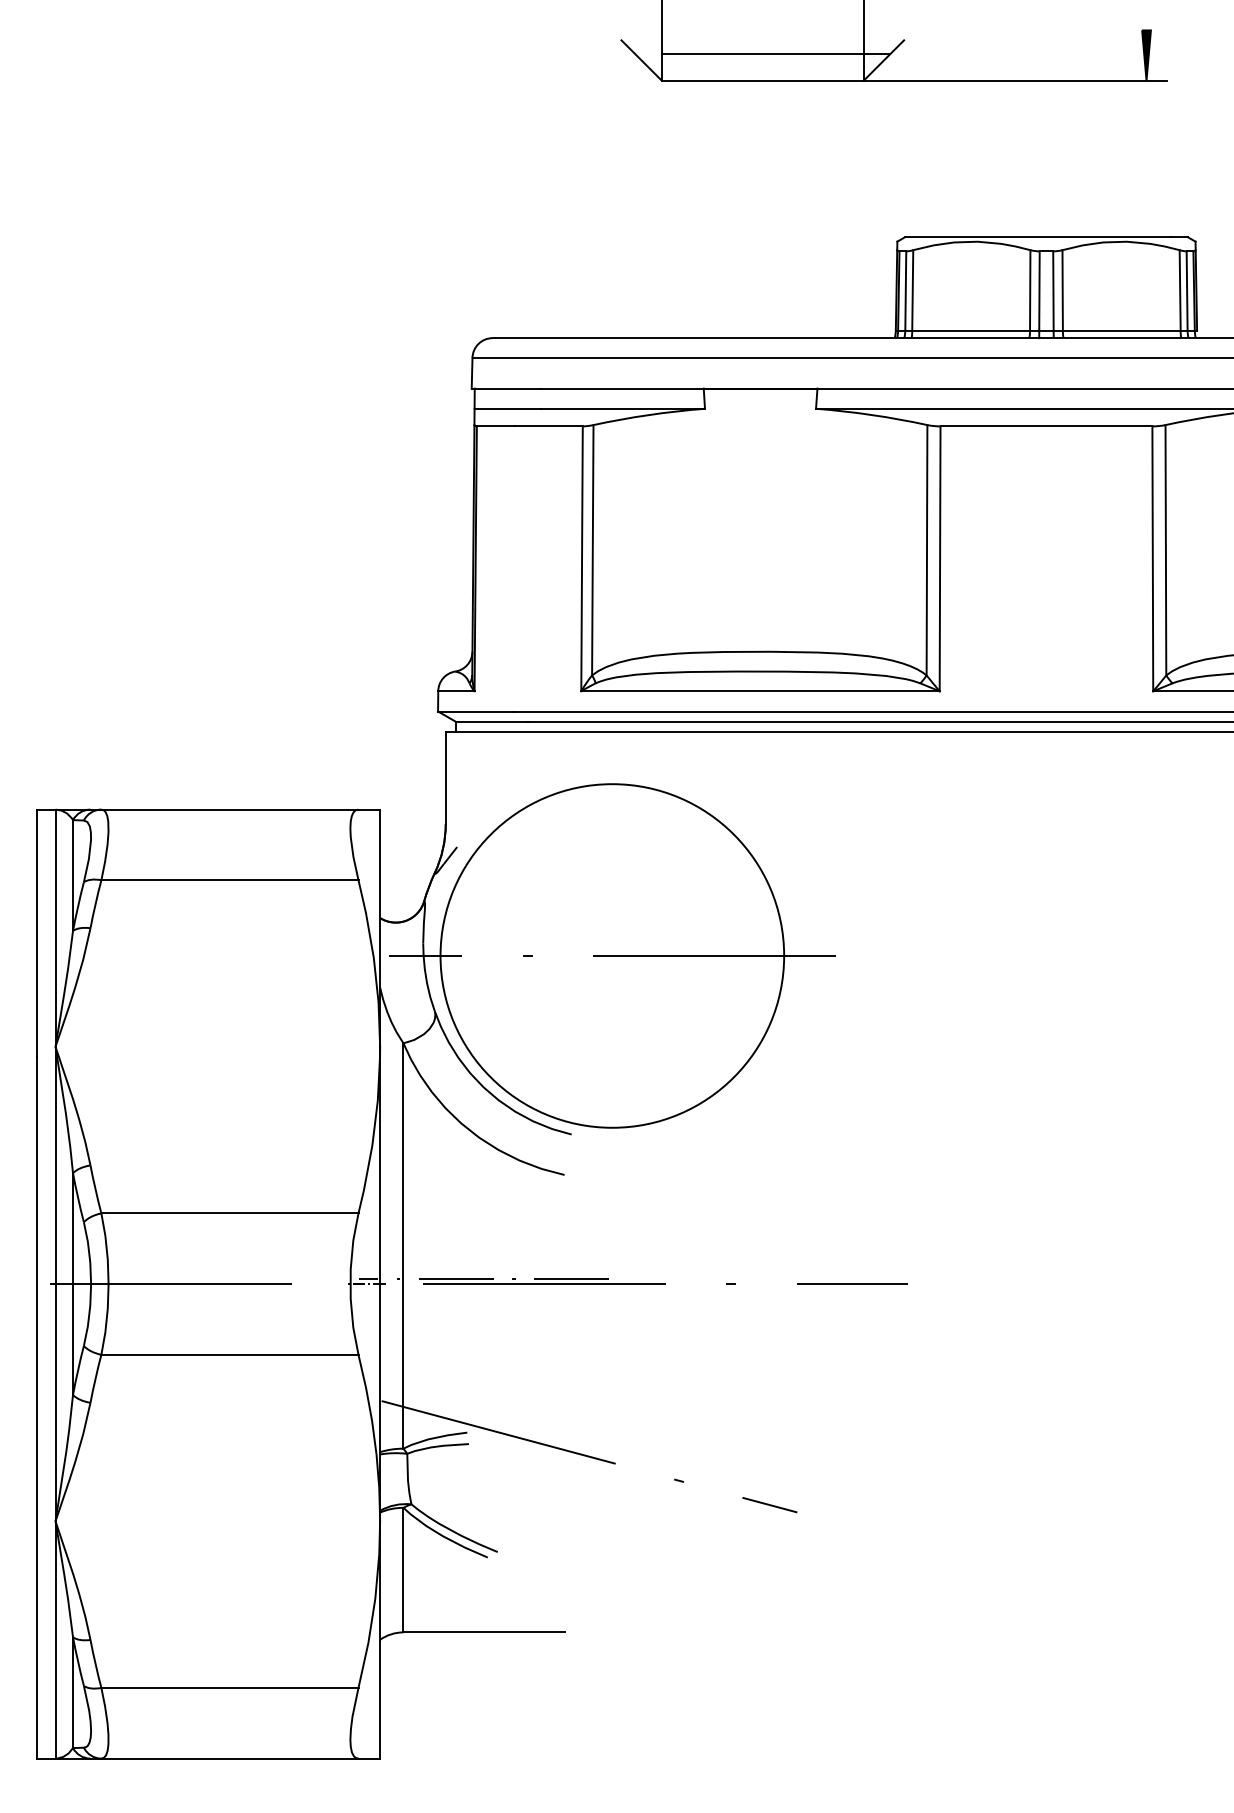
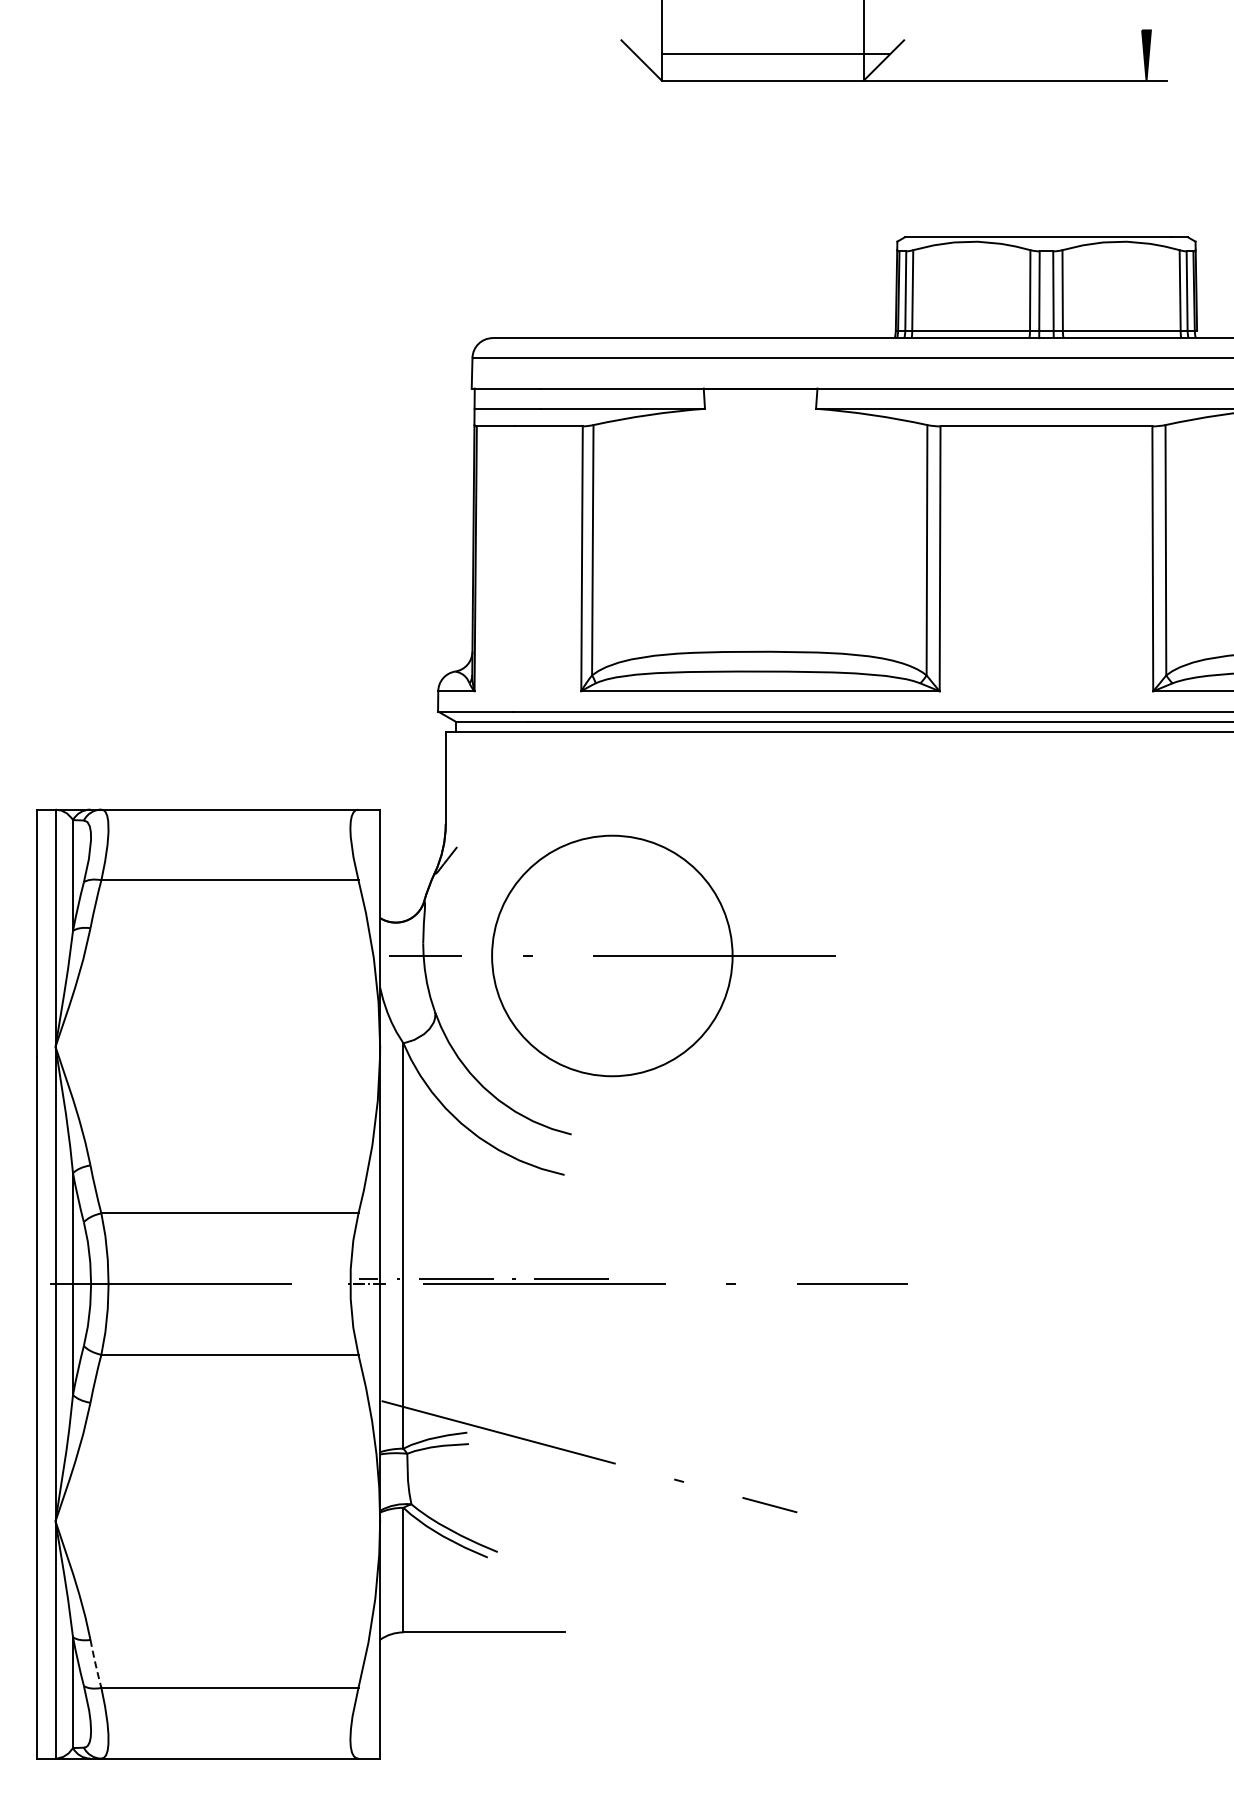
circle at (612, 955) diameter: 344 px -> 241 px
arc at (95, 1664): solid -> dashed
